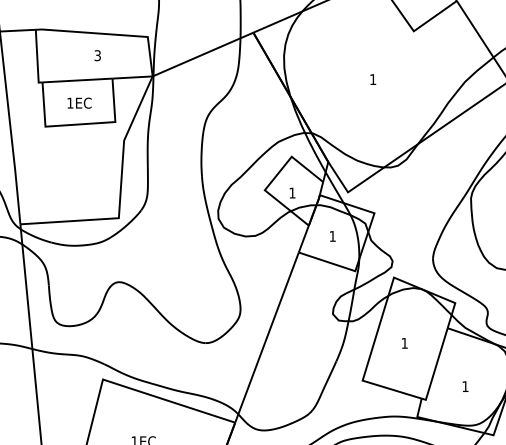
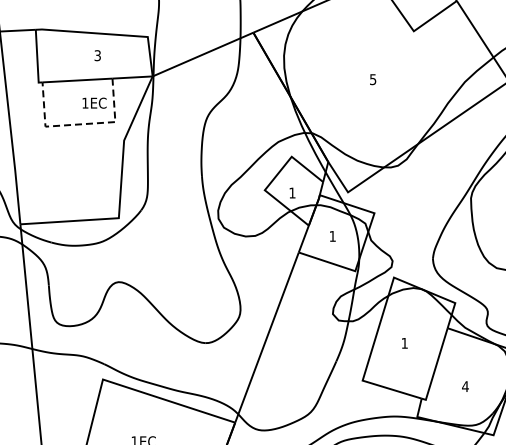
text at (373, 79): 1 -> 5
text at (79, 102) position: (79, 102) -> (94, 102)
line at (79, 124): solid -> dashed
text at (465, 386): 1 -> 4
